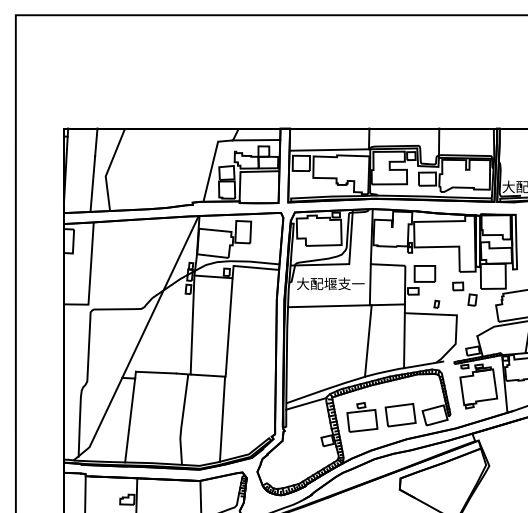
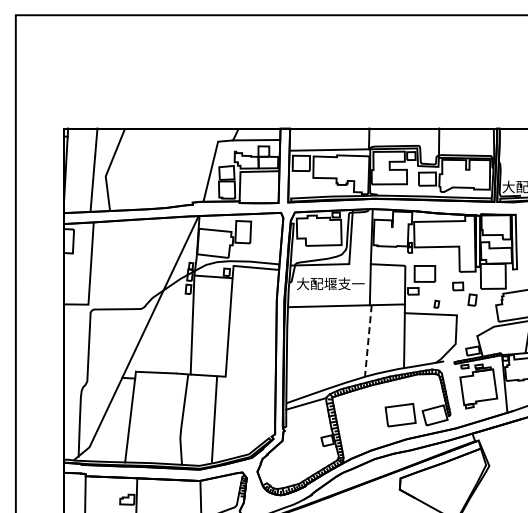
line at (368, 341): solid -> dashed
part at (362, 417): present -> none
line at (222, 418) position: (222, 418) -> (214, 418)
